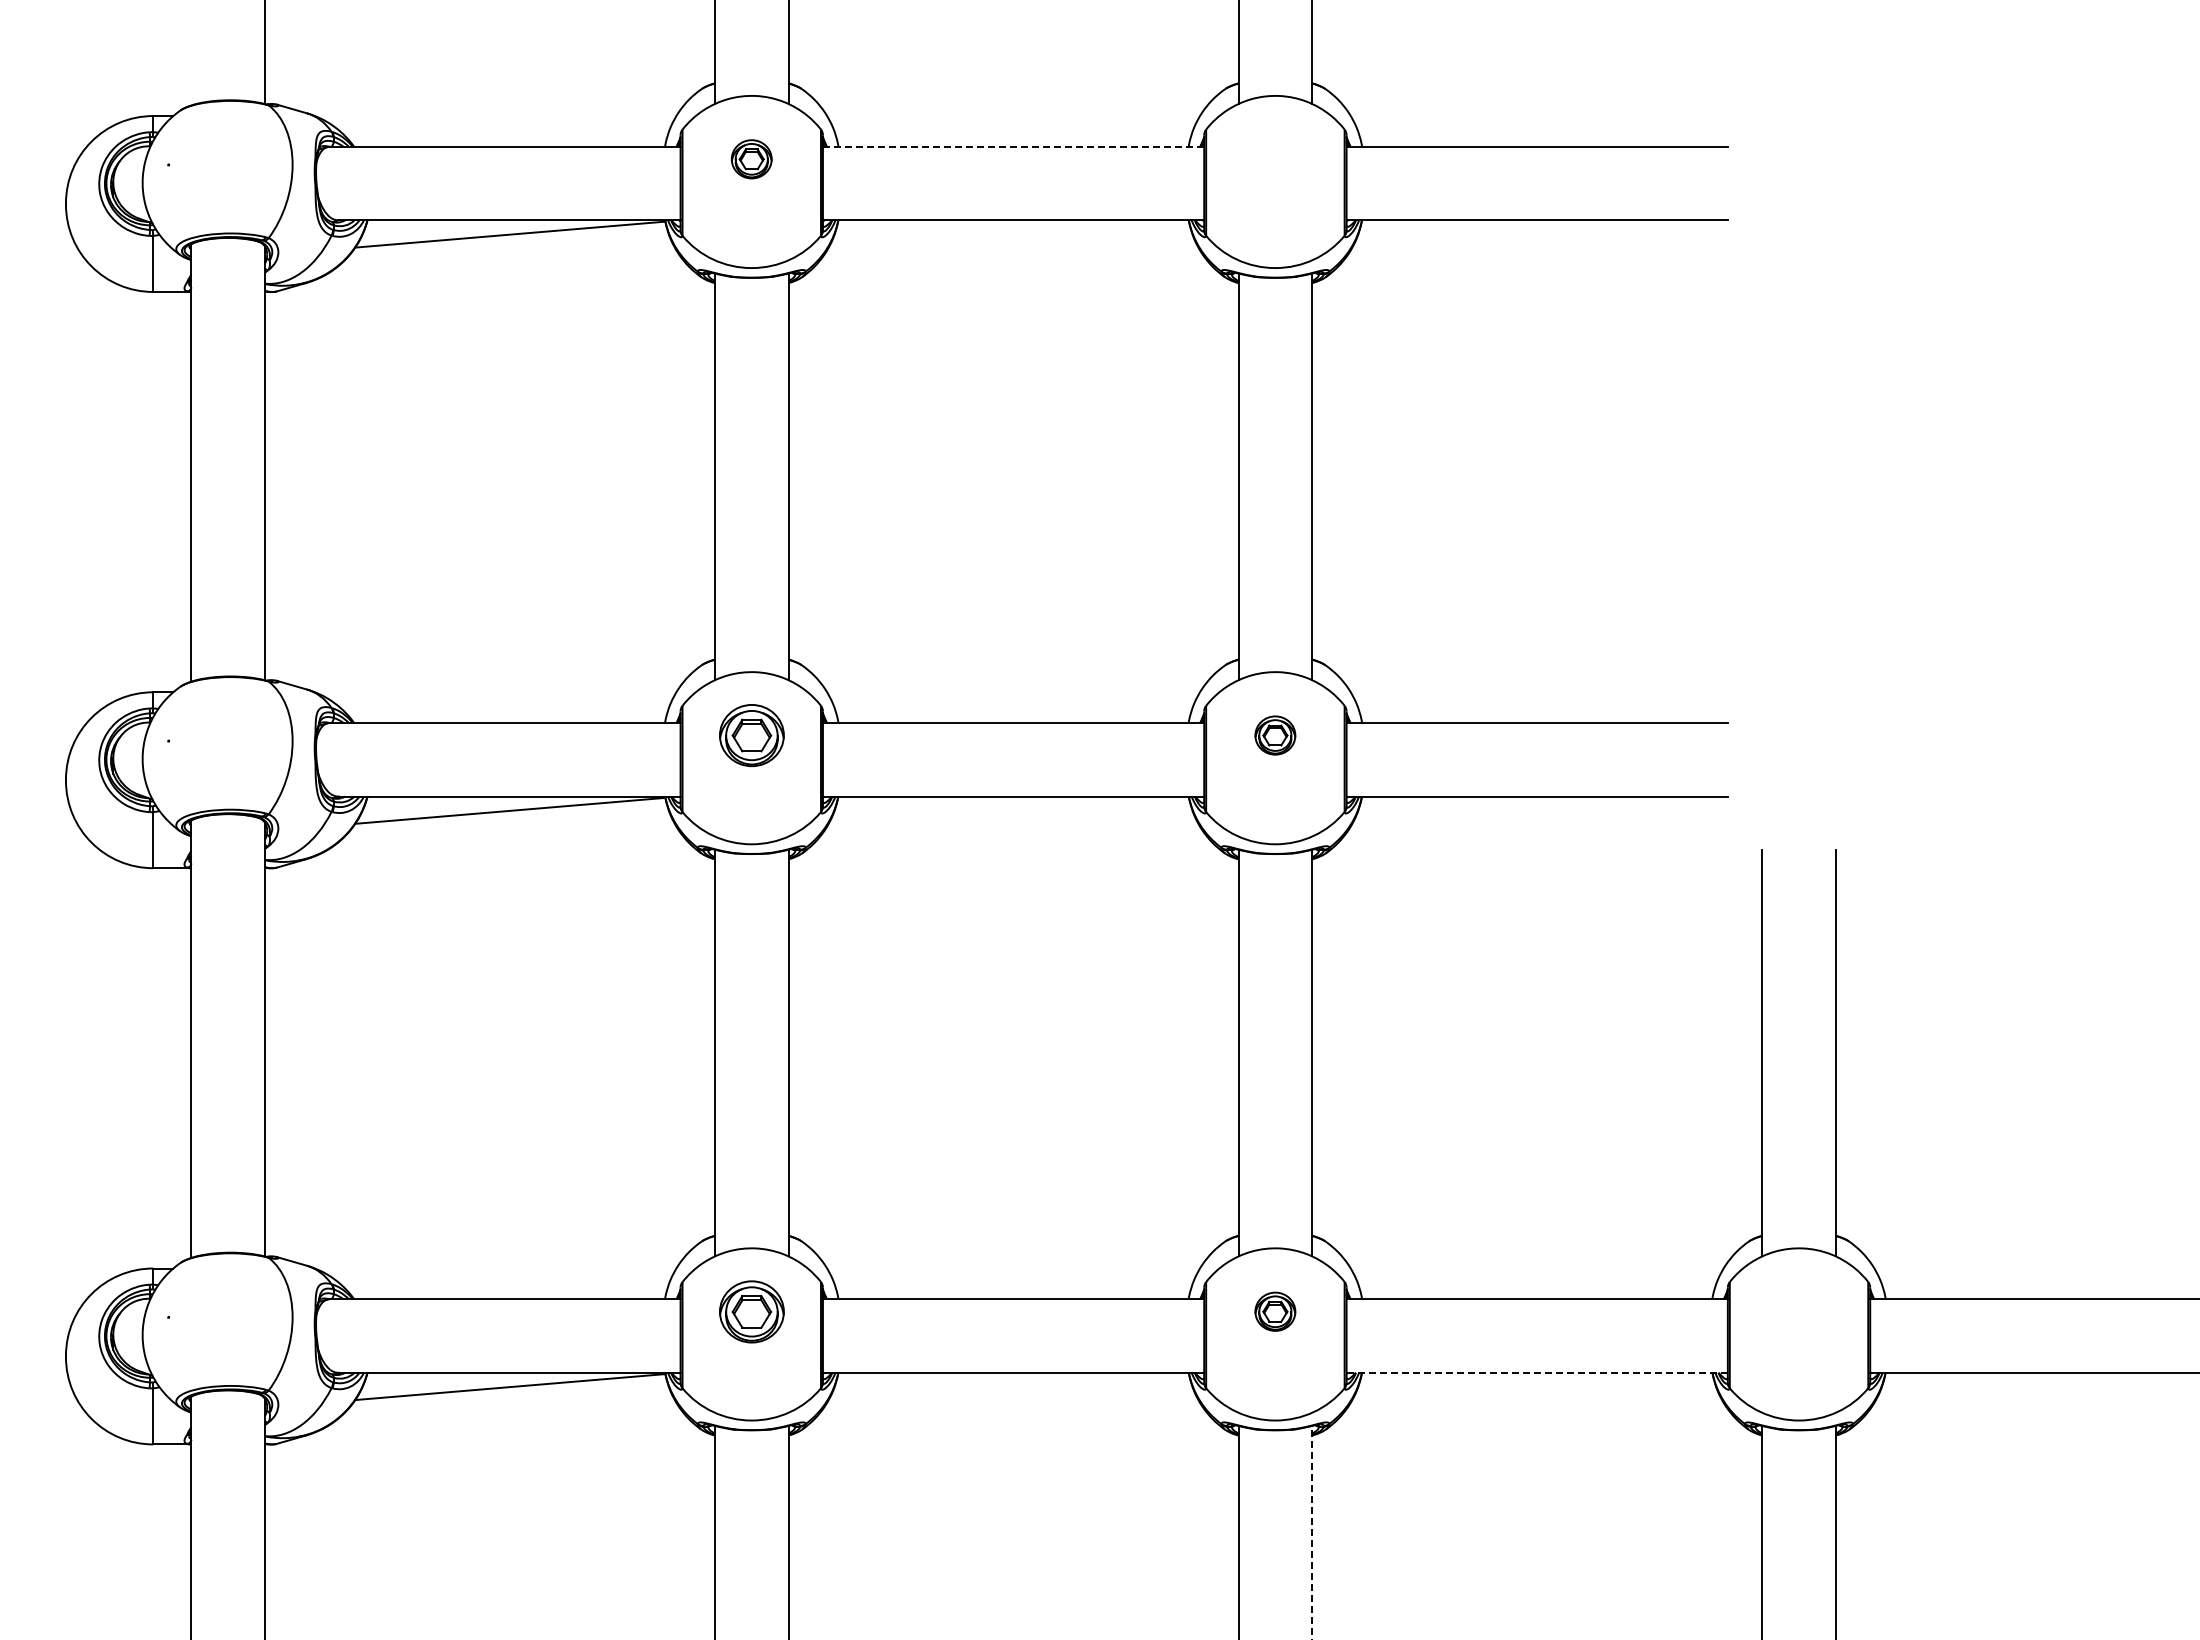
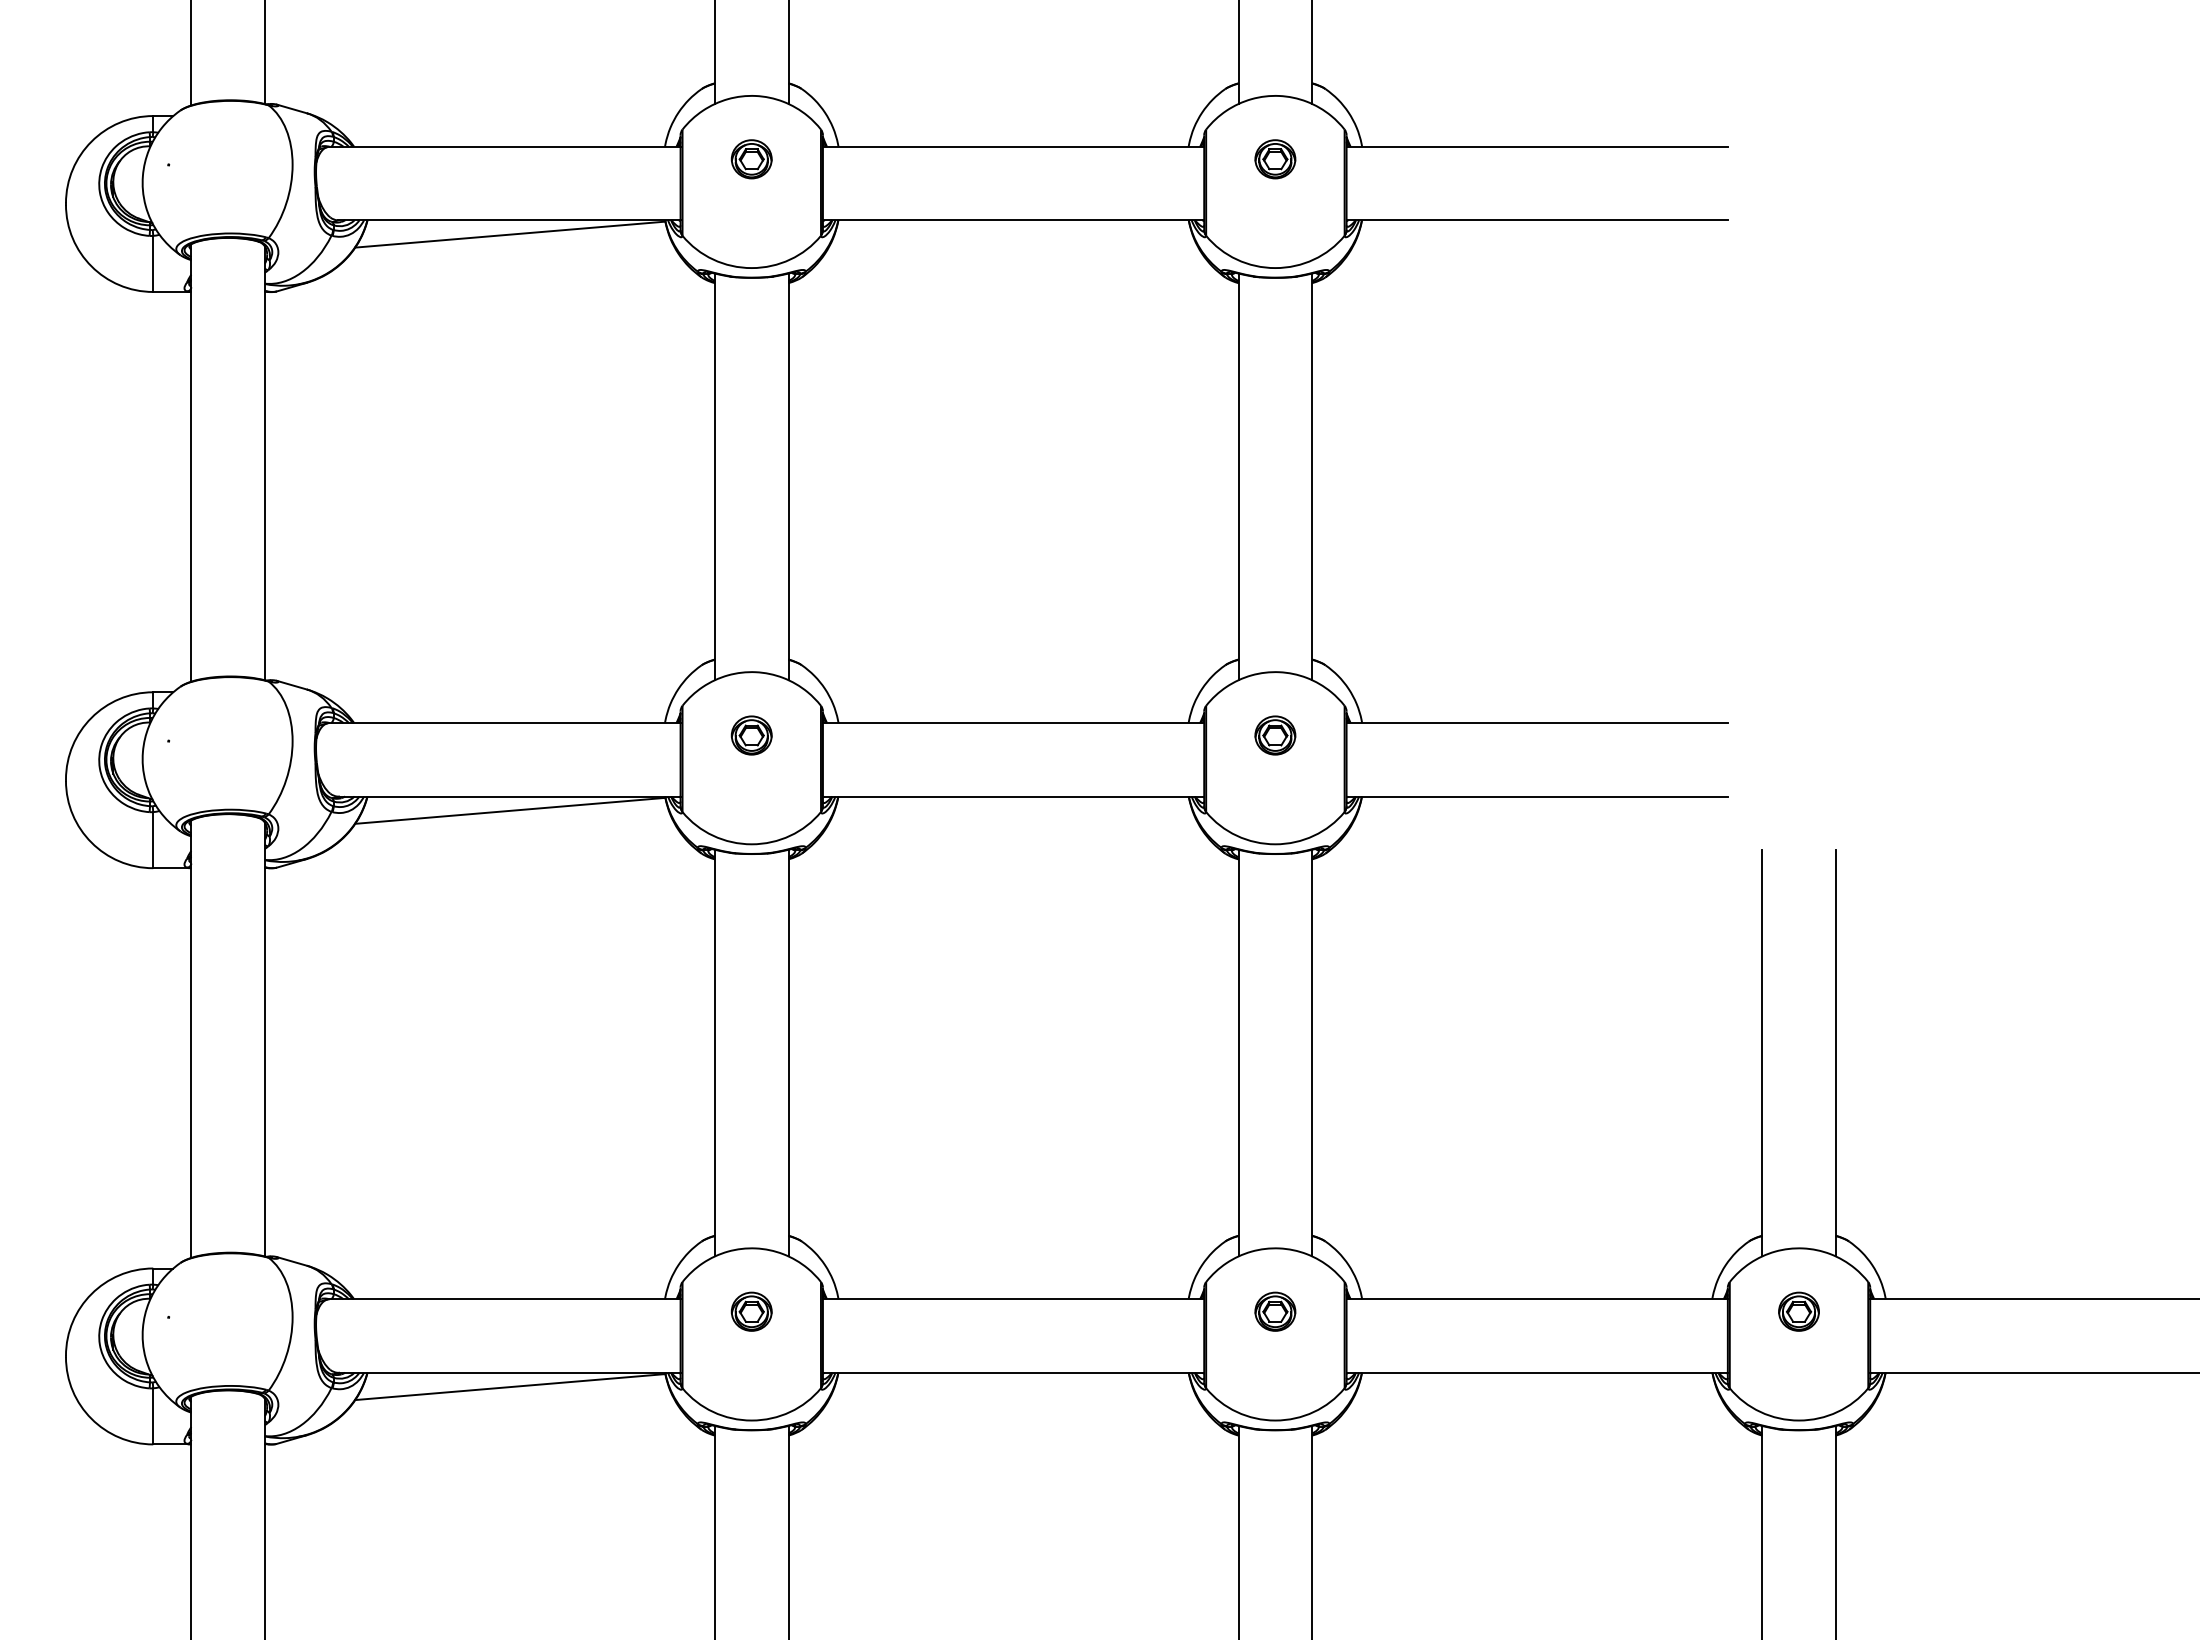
line at (191, 53): none -> present
line at (1013, 146): dashed -> solid
part at (1275, 159): none -> present
part at (751, 735) size: 66x64 px -> 43x41 px
part at (751, 1311) size: 66x64 px -> 43x41 px
part at (1798, 1311): none -> present
line at (1537, 1372): dashed -> solid
line at (1312, 1532): dashed -> solid
